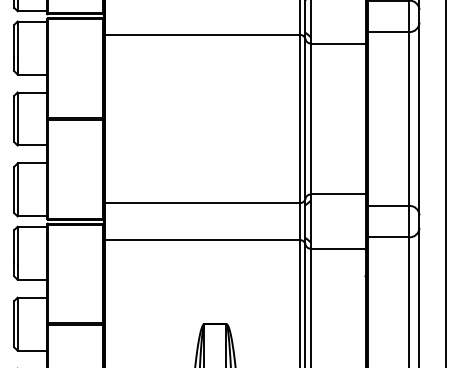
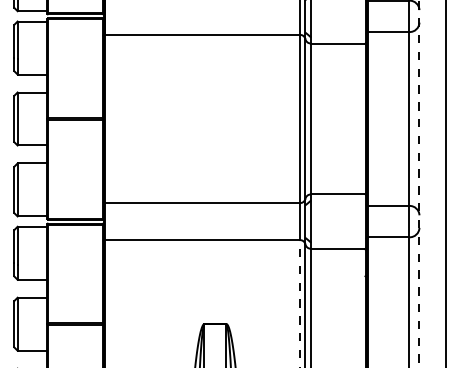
line at (419, 183): solid -> dashed
line at (299, 303): solid -> dashed
